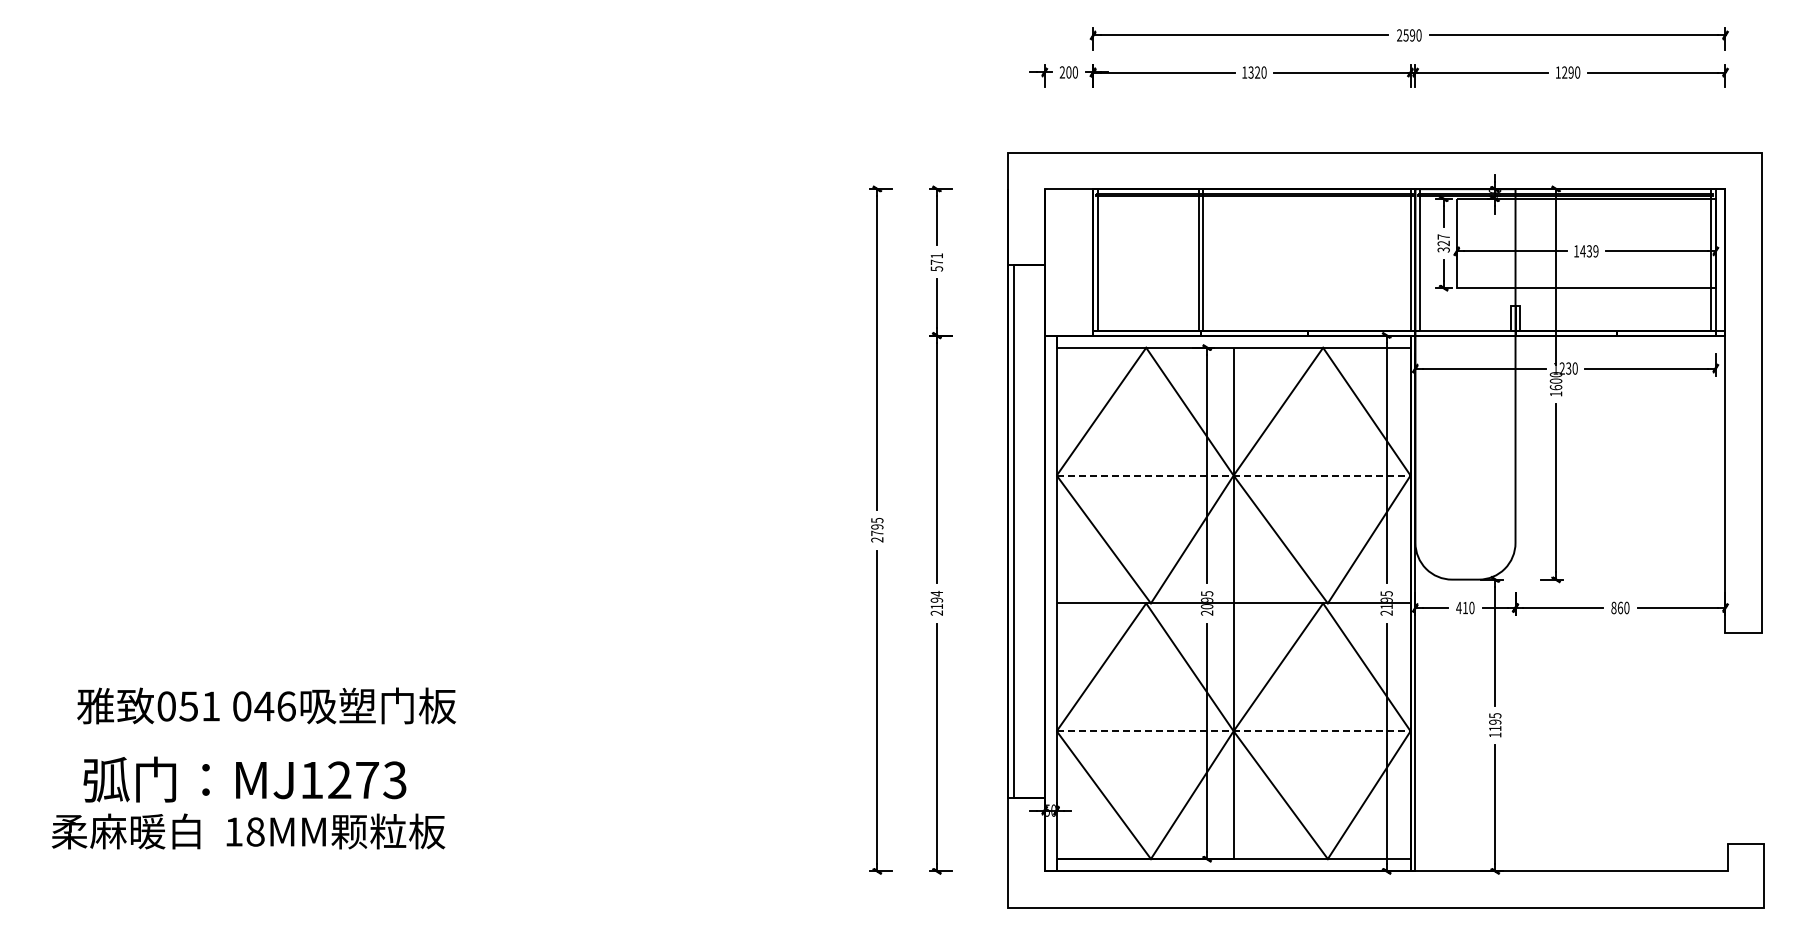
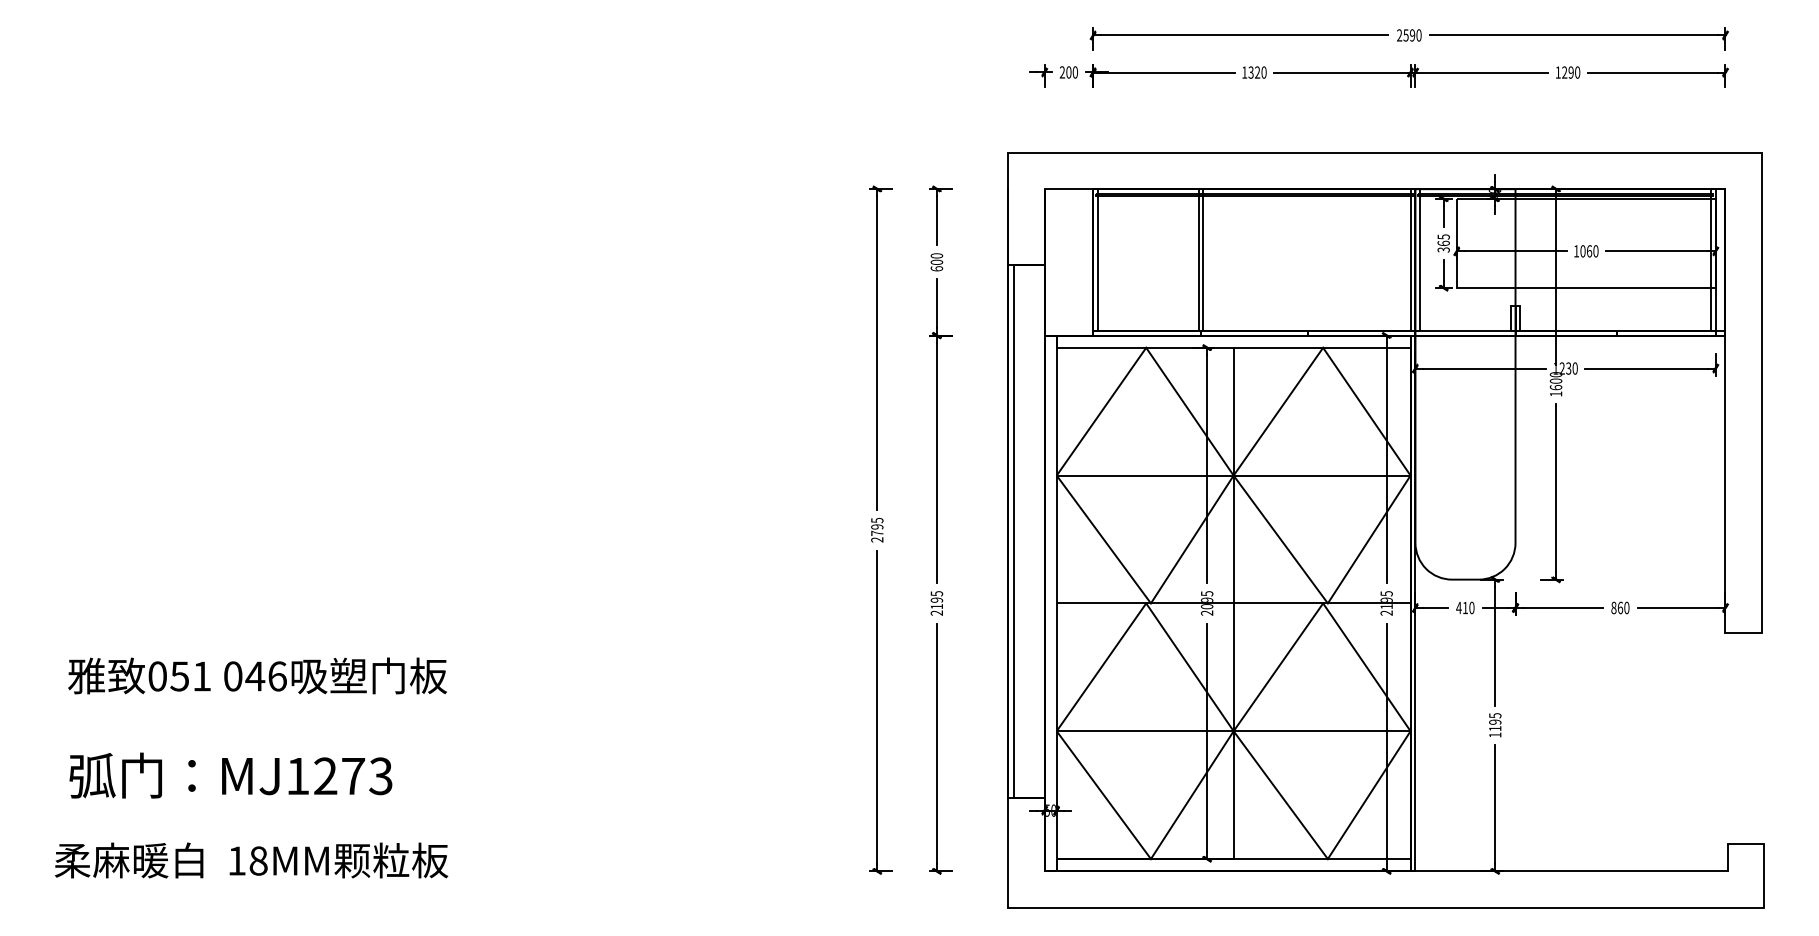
text at (1443, 240): 327 -> 365
text at (1589, 251): 1439 -> 1060
text at (936, 262): 571 -> 600
line at (1233, 475): dashed -> solid
text at (936, 593): 2194 -> 2195
text at (266, 705) position: (266, 705) -> (257, 675)
line at (1233, 731): dashed -> solid
text at (244, 779) position: (244, 779) -> (230, 775)
text at (248, 831) position: (248, 831) -> (251, 860)
